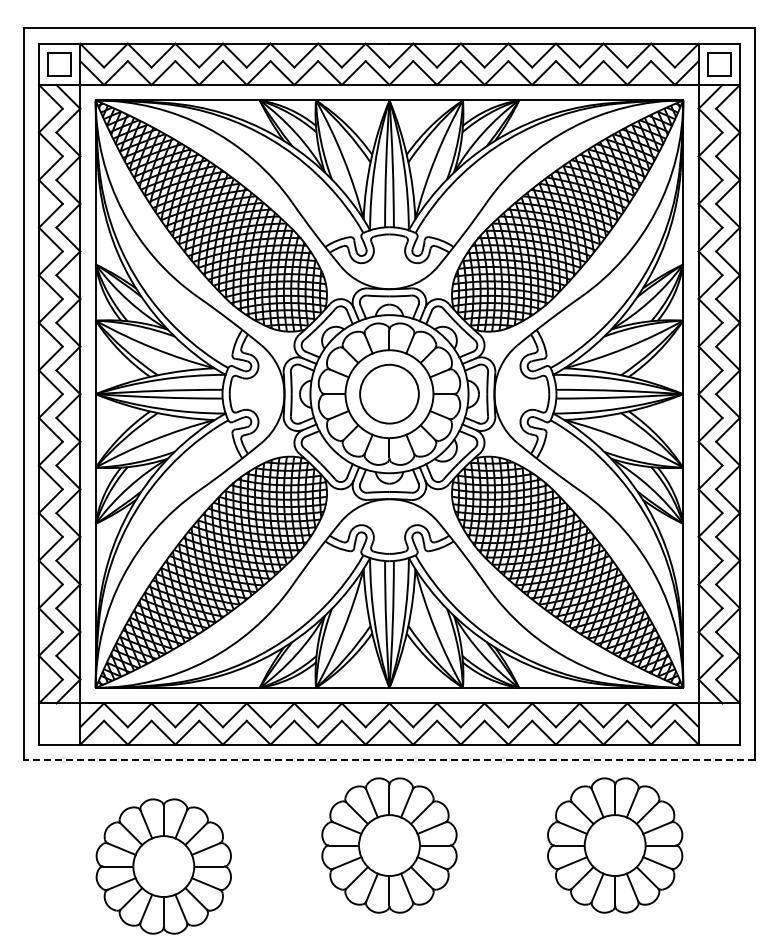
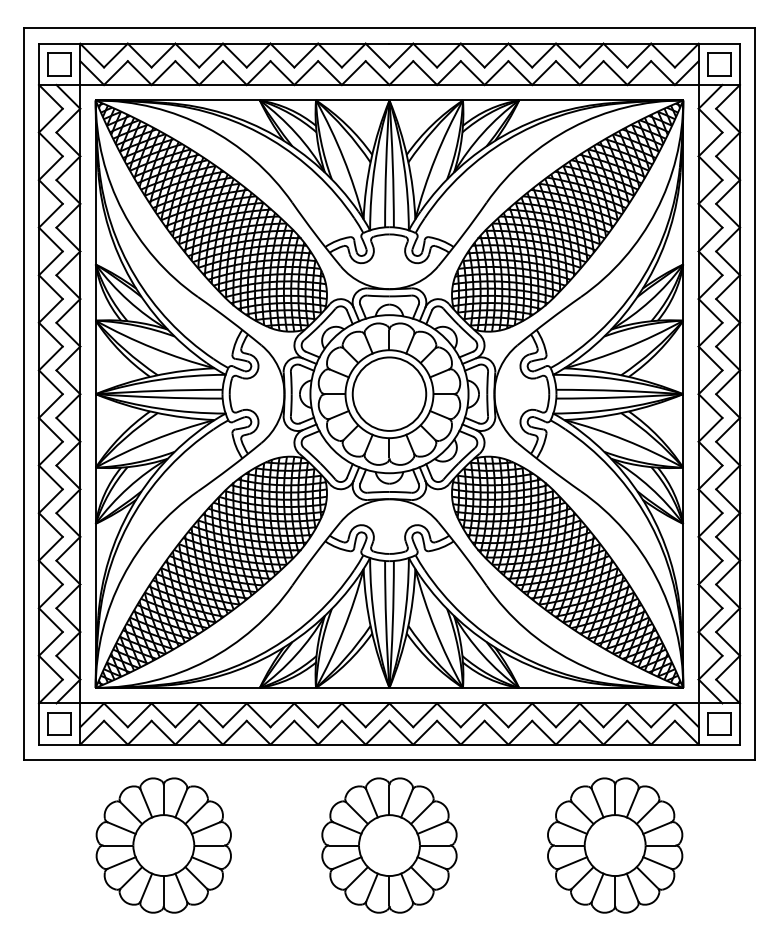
circle at (389, 393) diameter: 59 px -> 73 px
part at (59, 723): none -> present
part at (719, 723): none -> present
line at (389, 760): dashed -> solid
part at (163, 866) position: (163, 866) -> (163, 845)
